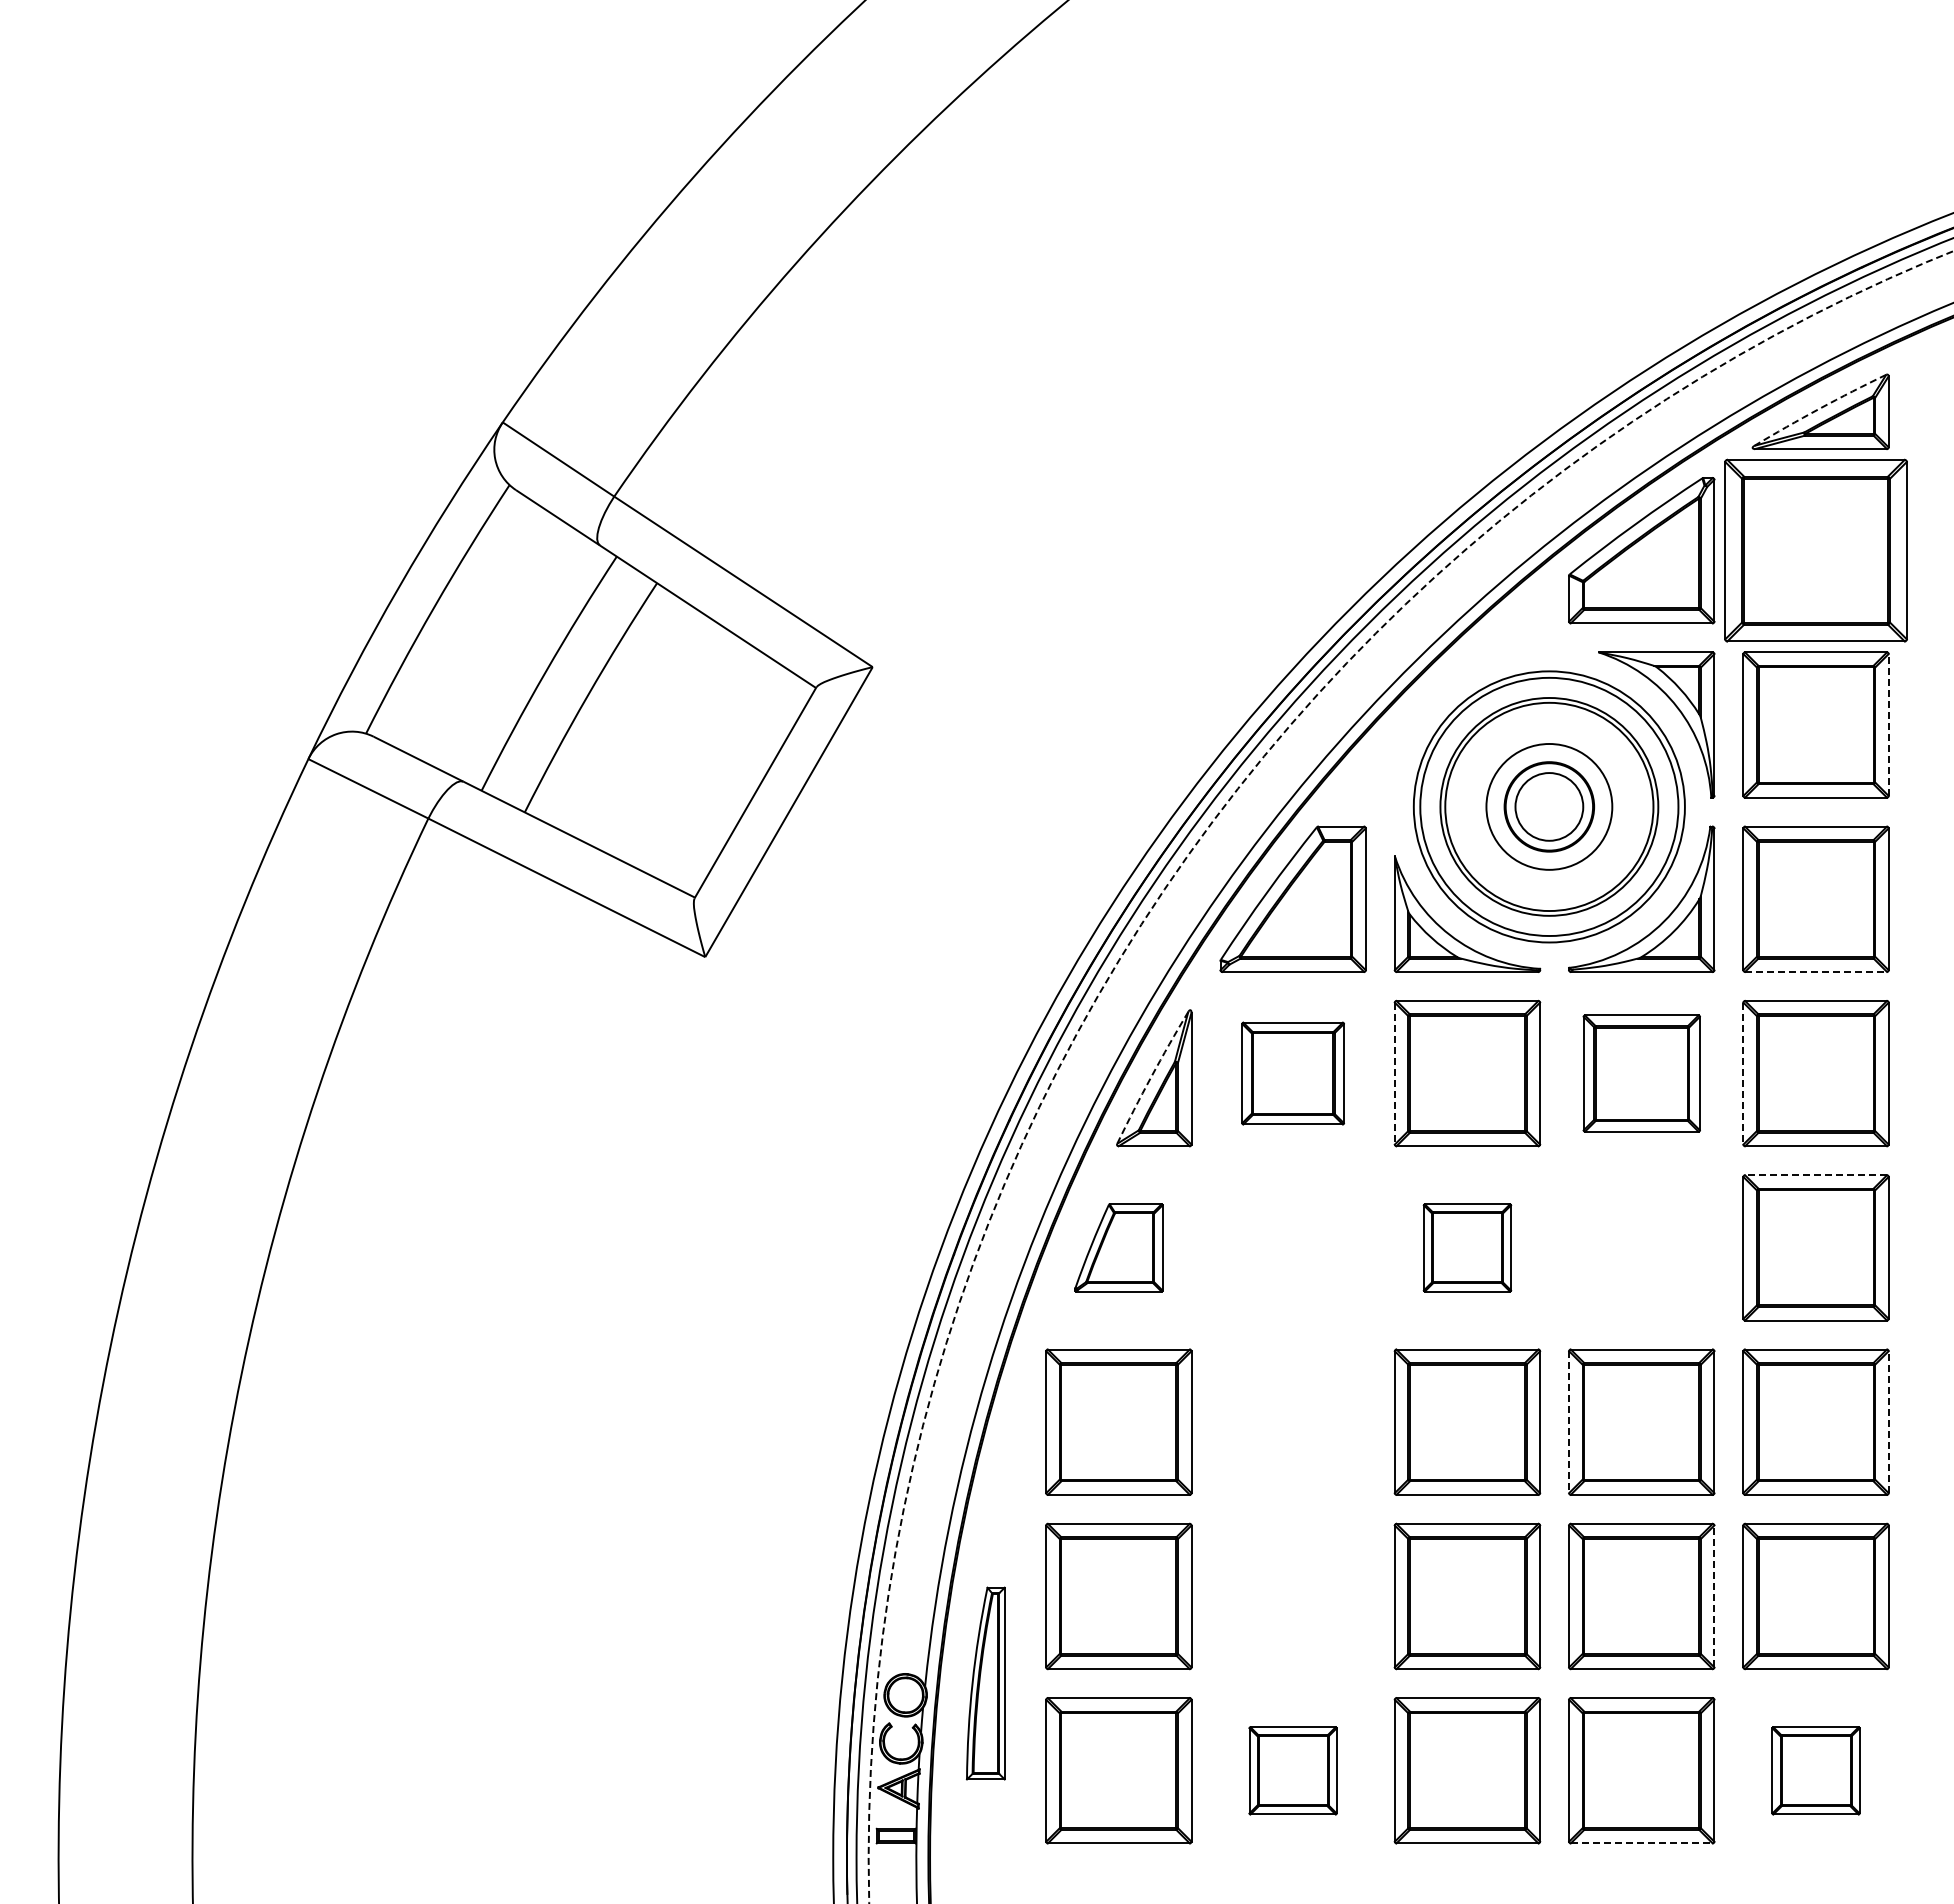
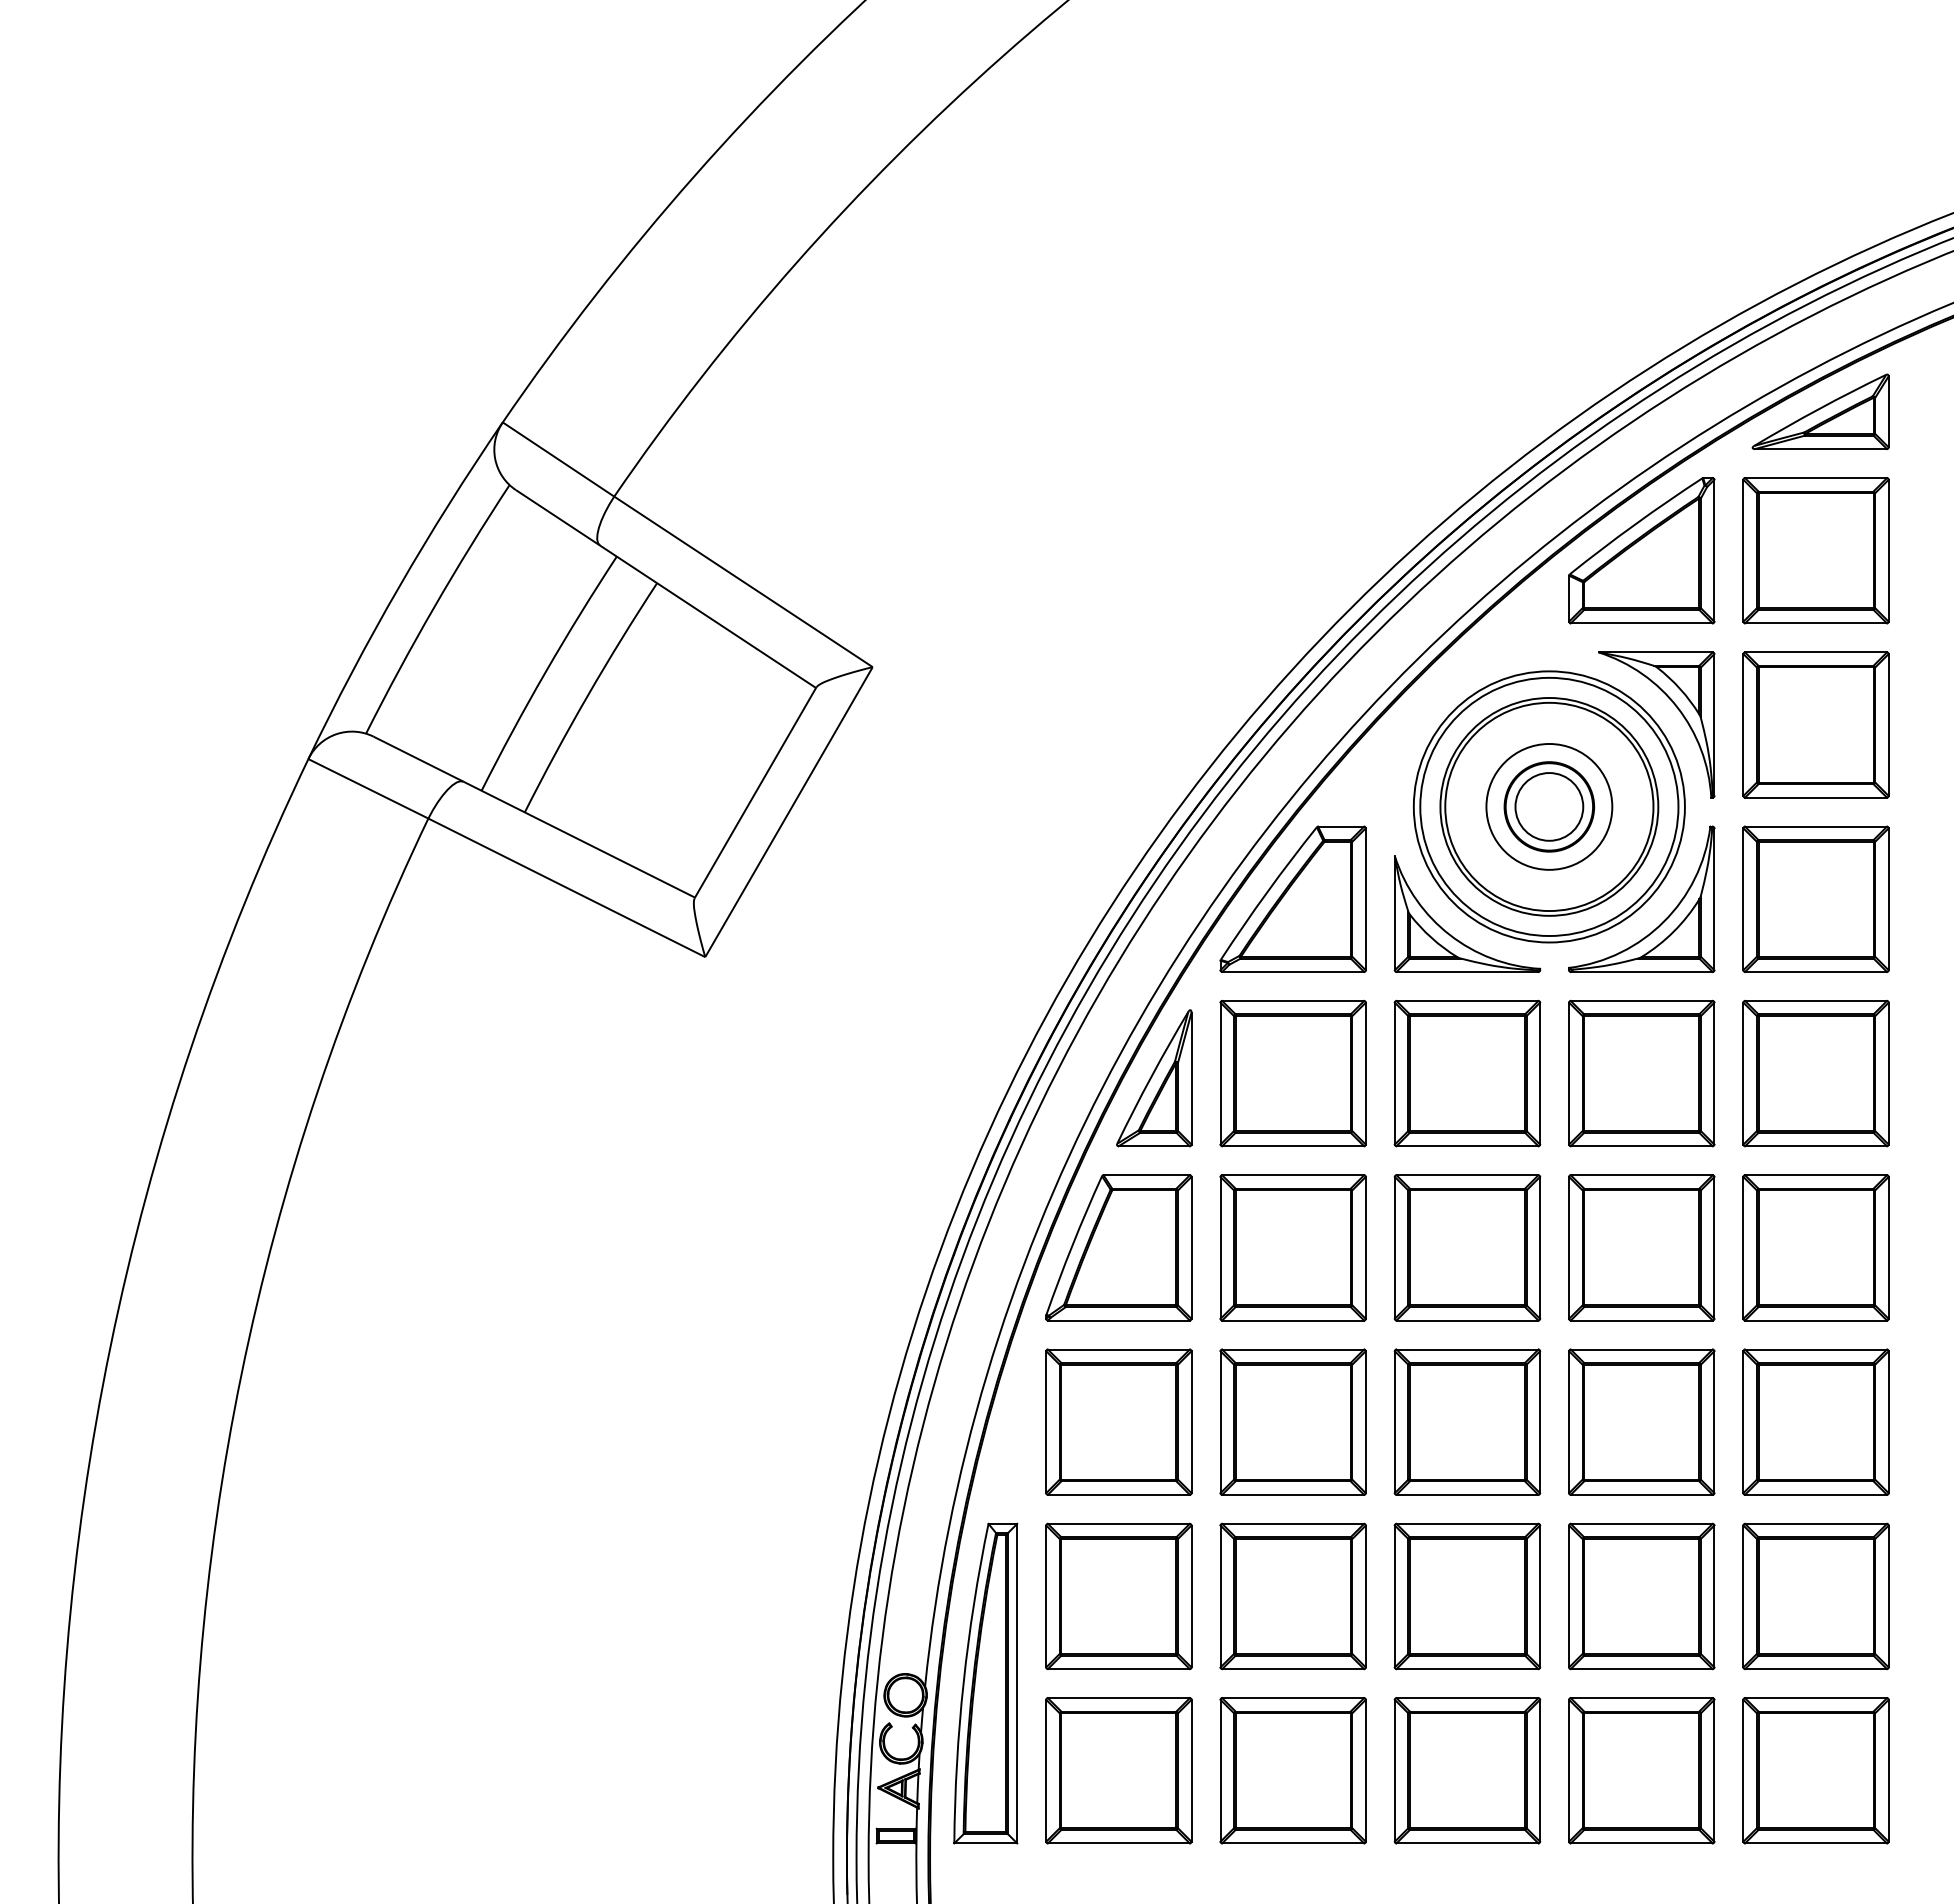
arc at (1819, 408): dashed -> solid
part at (1815, 550) size: 184x185 px -> 148x148 px
line at (1888, 725): dashed -> solid
line at (1816, 971): dashed -> solid
part at (1292, 1073) size: 104x105 px -> 148x149 px
line at (1394, 1073): dashed -> solid
part at (1641, 1073) size: 119x119 px -> 148x149 px
line at (1743, 1073): dashed -> solid
arc at (1151, 1076): dashed -> solid
circle at (1410, 1077): dashed -> solid
line at (1816, 1175): dashed -> solid
part at (1118, 1247) size: 90x90 px -> 148x148 px
part at (1292, 1247): none -> present
part at (1467, 1247) size: 91x90 px -> 149x148 px
part at (1641, 1247): none -> present
part at (1292, 1421): none -> present
line at (1569, 1422): dashed -> solid
line at (1888, 1422): dashed -> solid
part at (1292, 1596): none -> present
line at (1714, 1596): dashed -> solid
part at (985, 1683) size: 41x195 px -> 66x323 px
part at (1292, 1770) size: 90x90 px -> 148x148 px
part at (1815, 1770) size: 90x90 px -> 148x148 px
line at (1641, 1843): dashed -> solid
